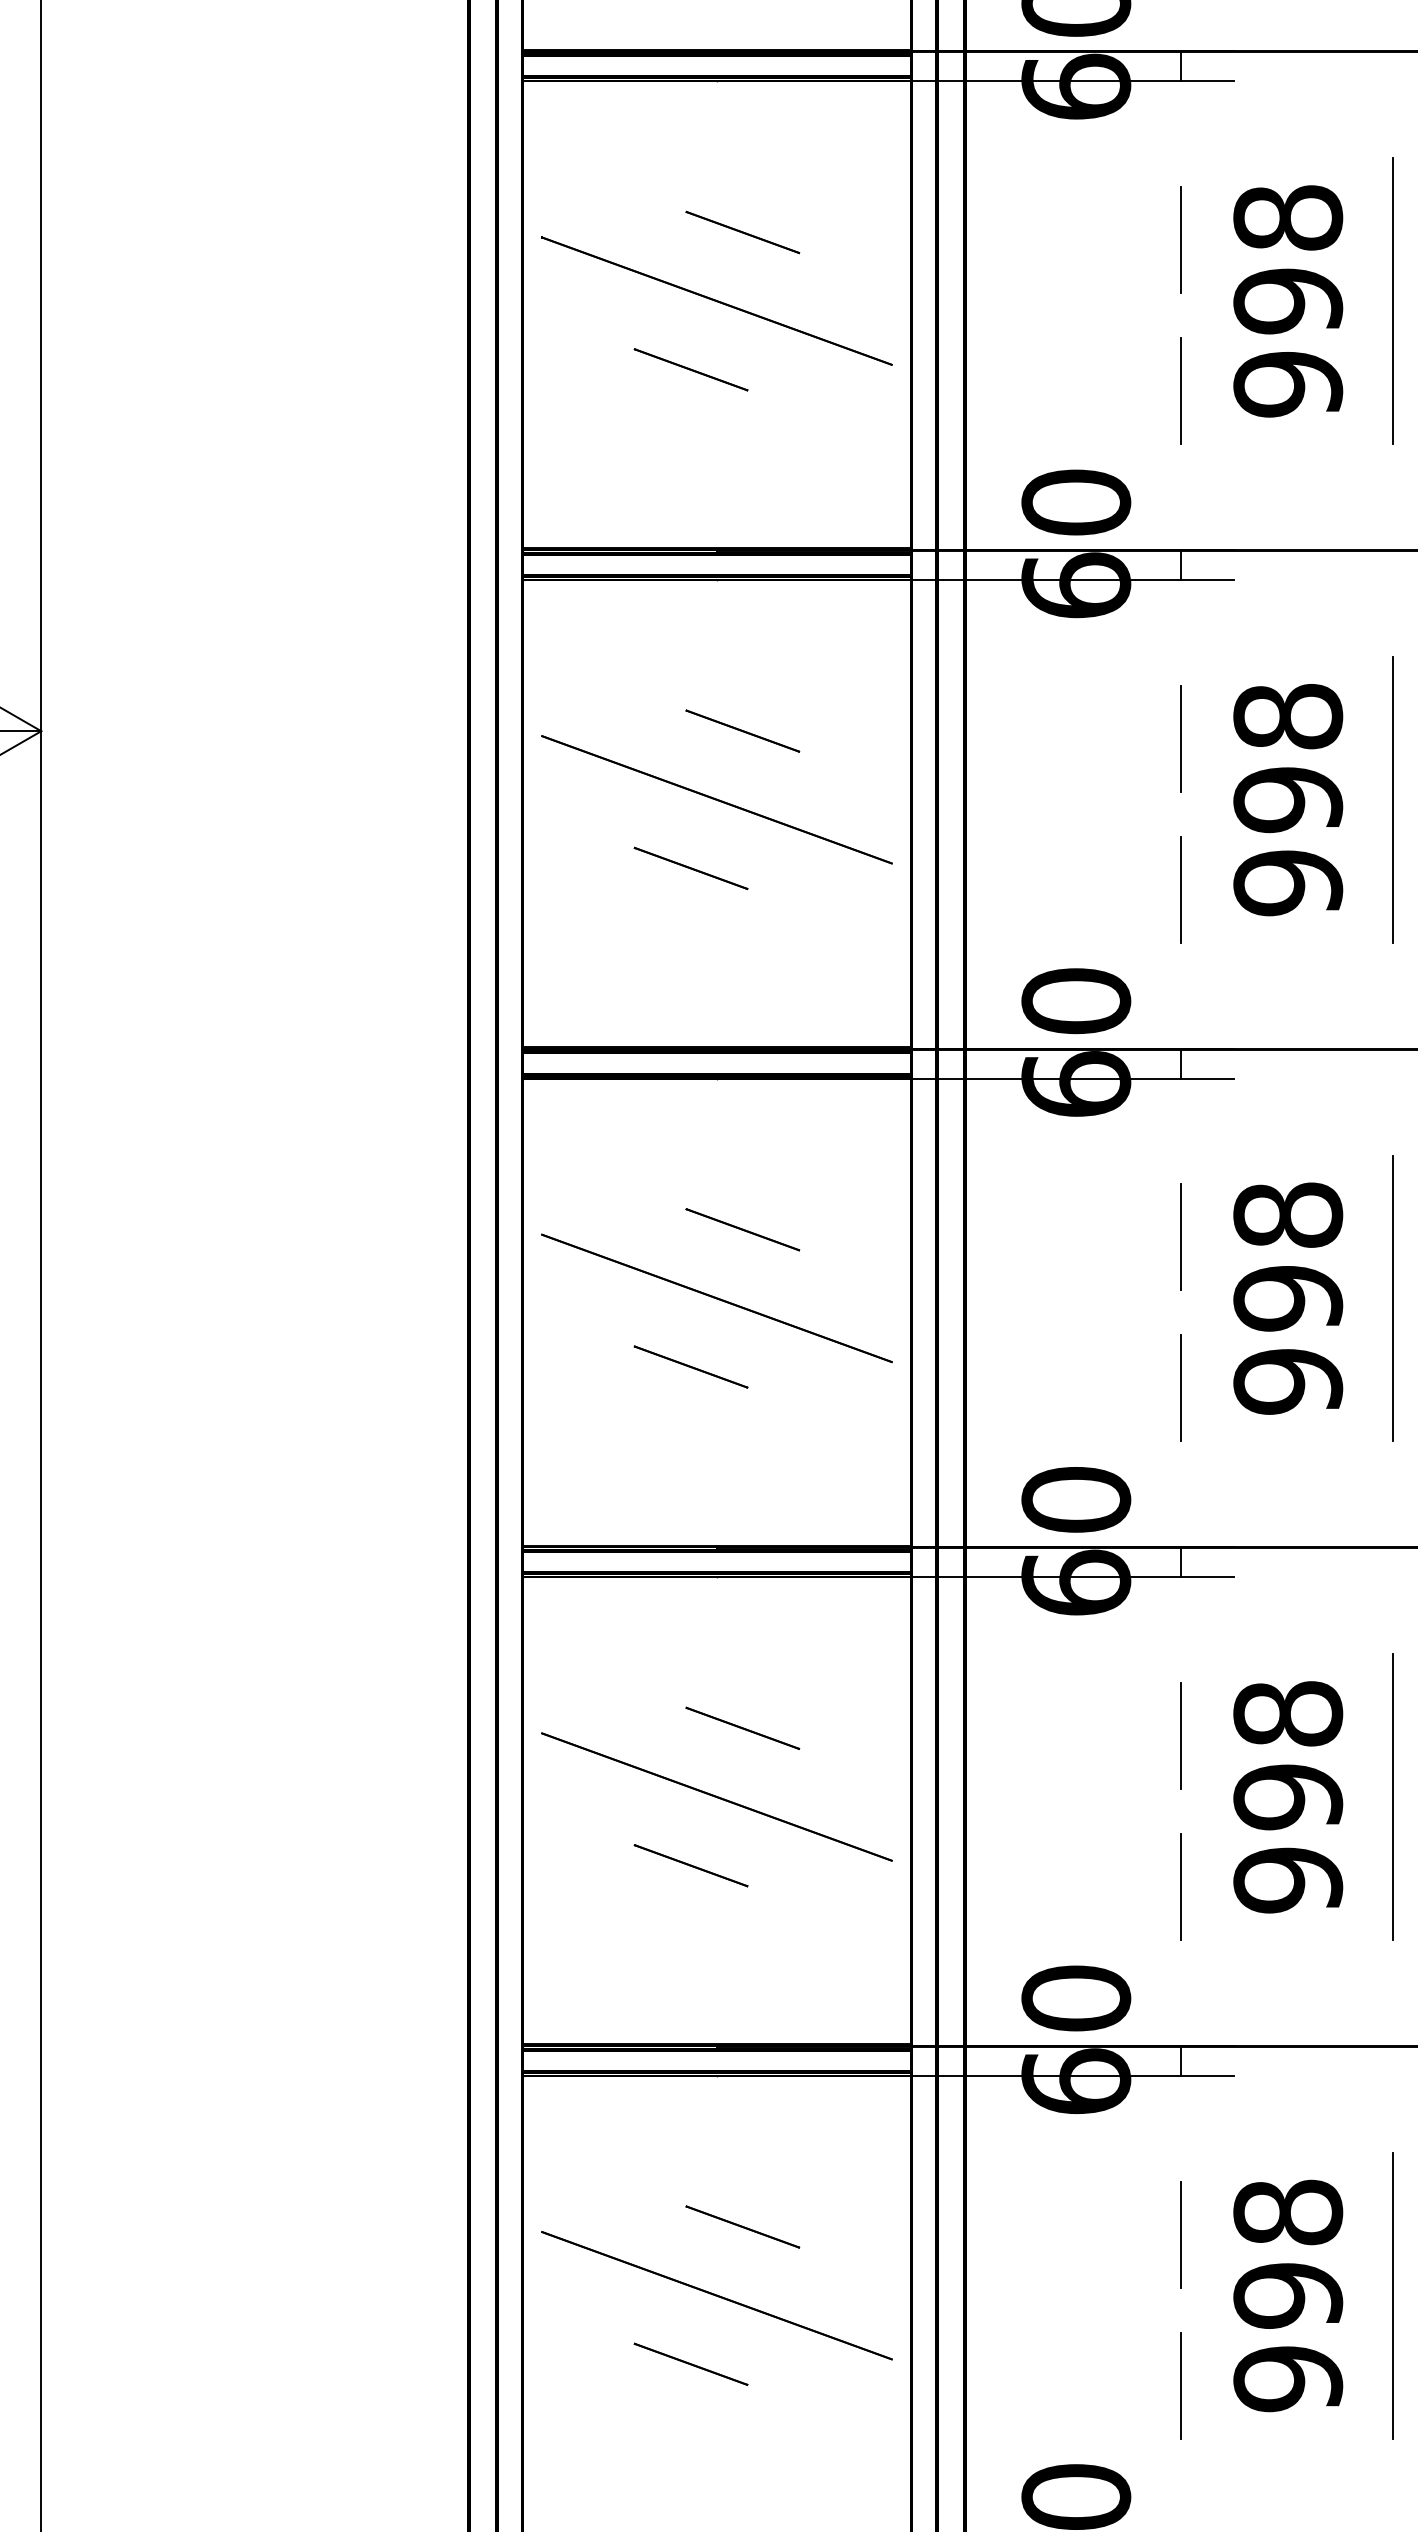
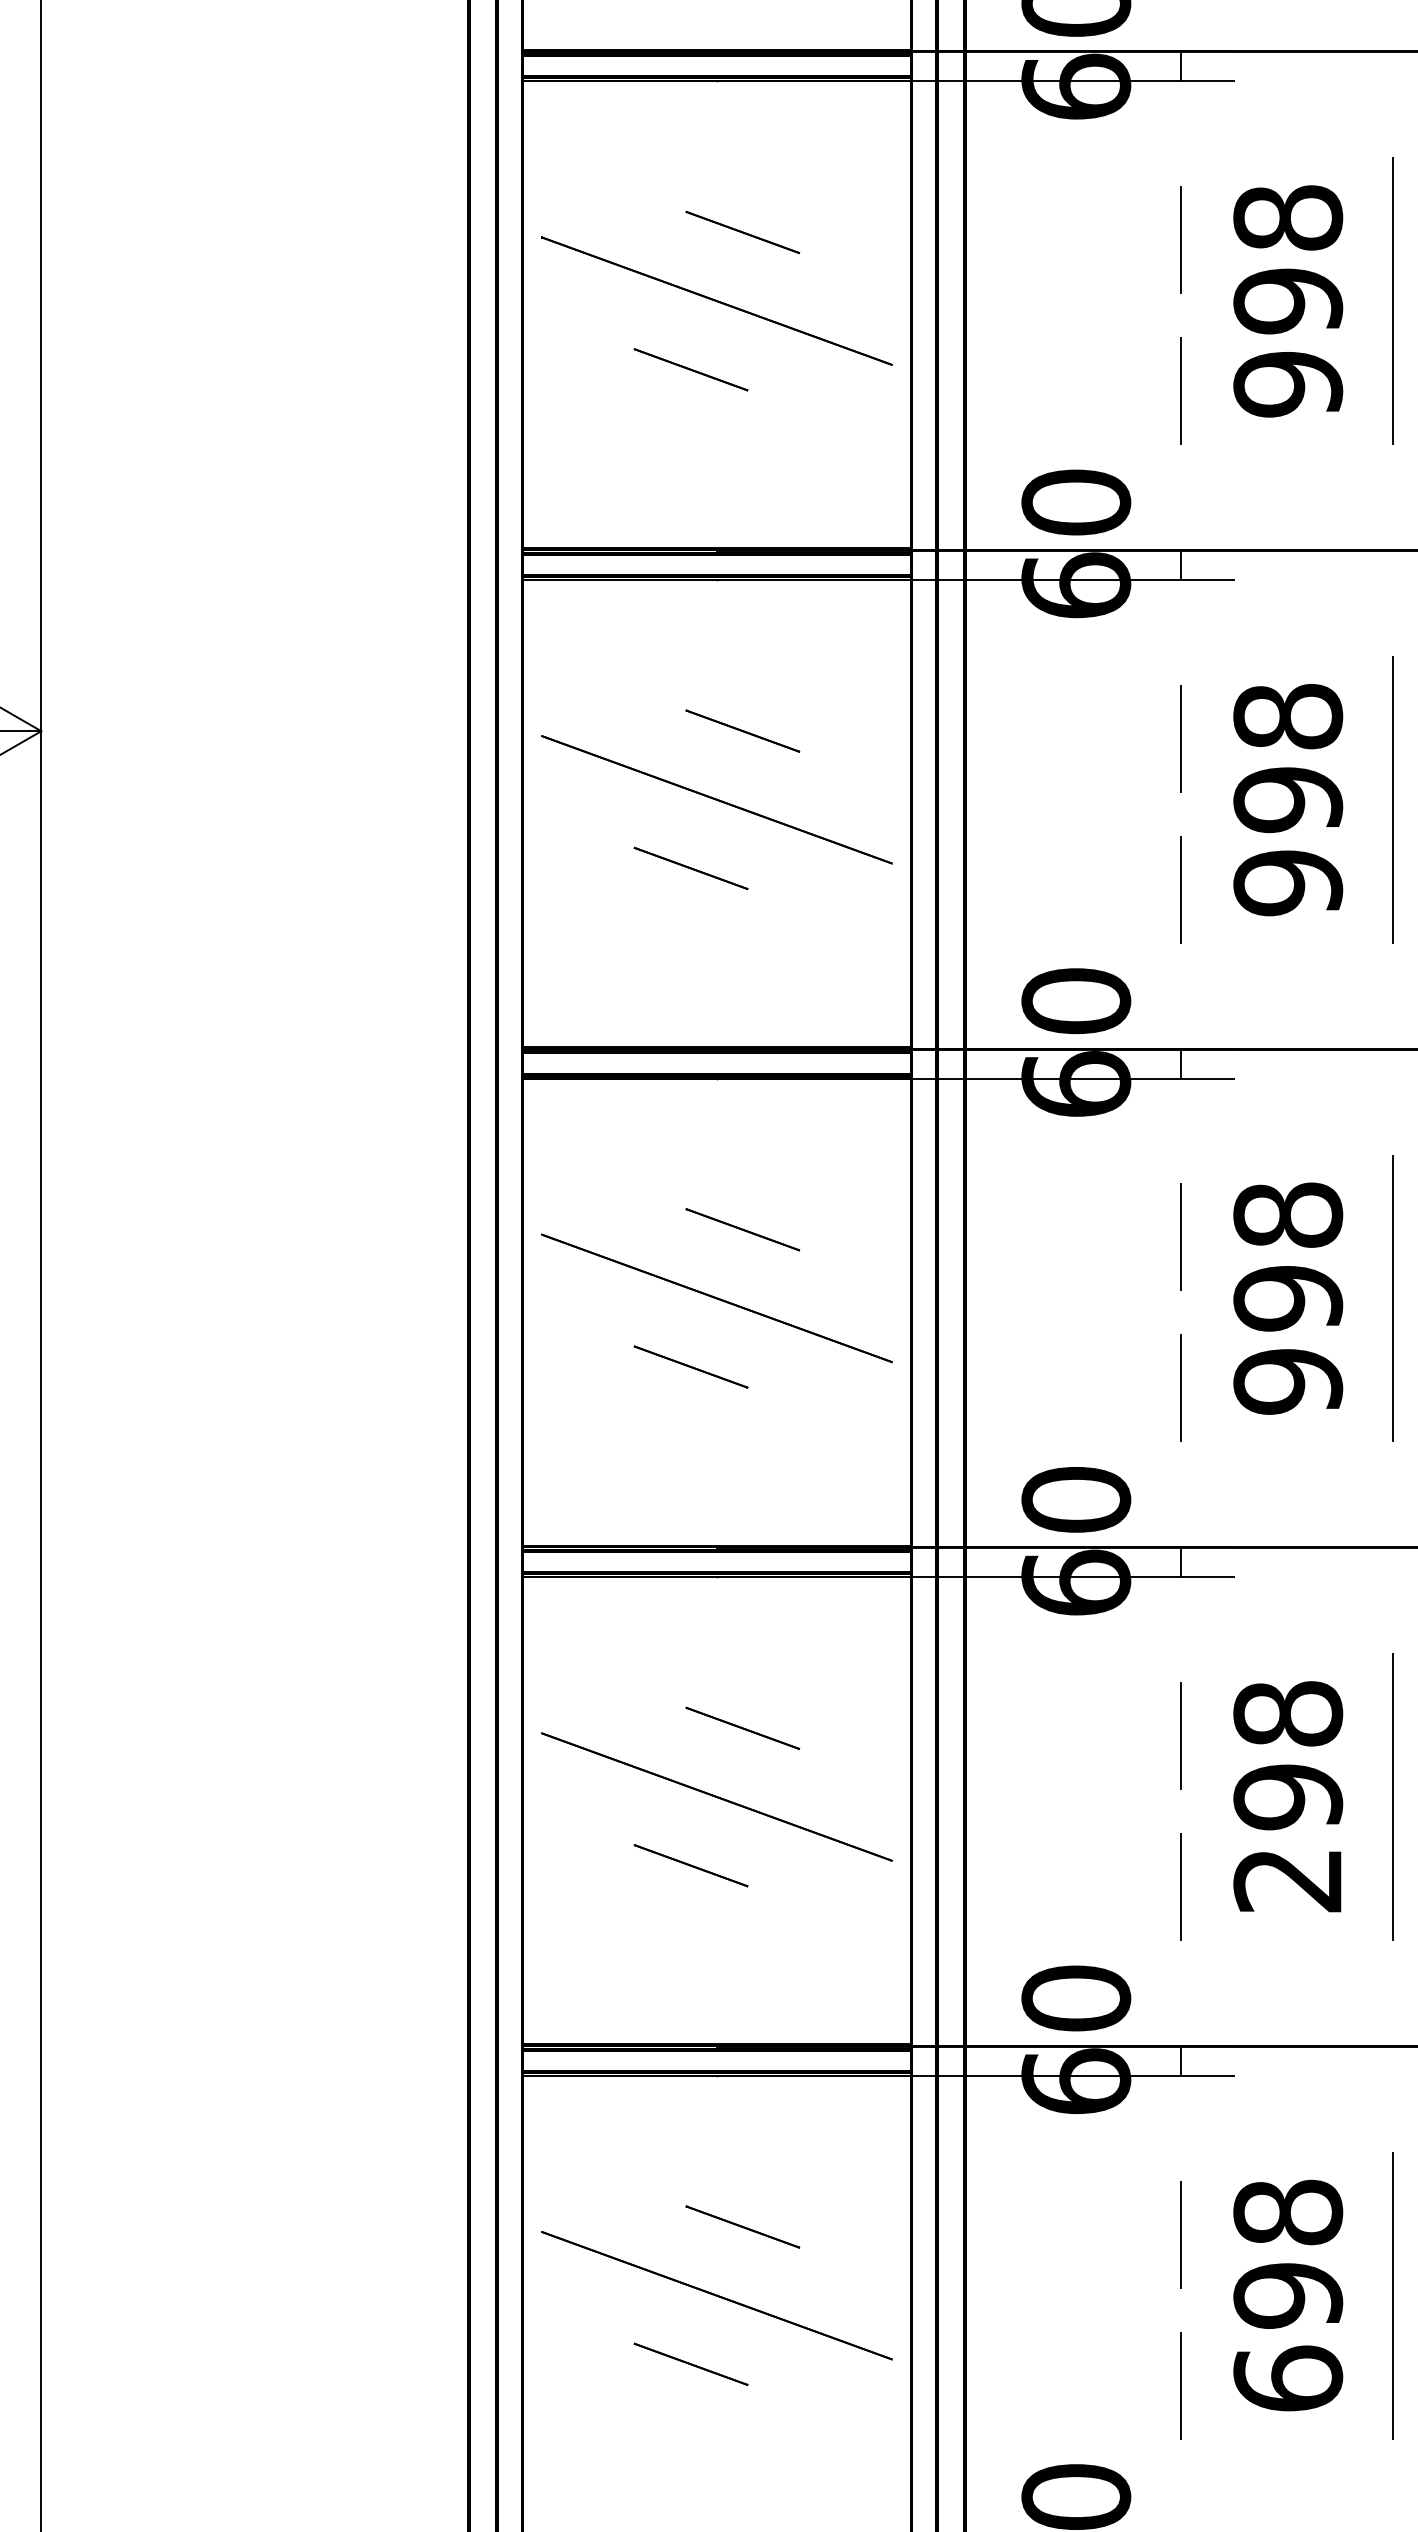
text at (1288, 1880): 998 -> 298
text at (1288, 2378): 998 -> 698
